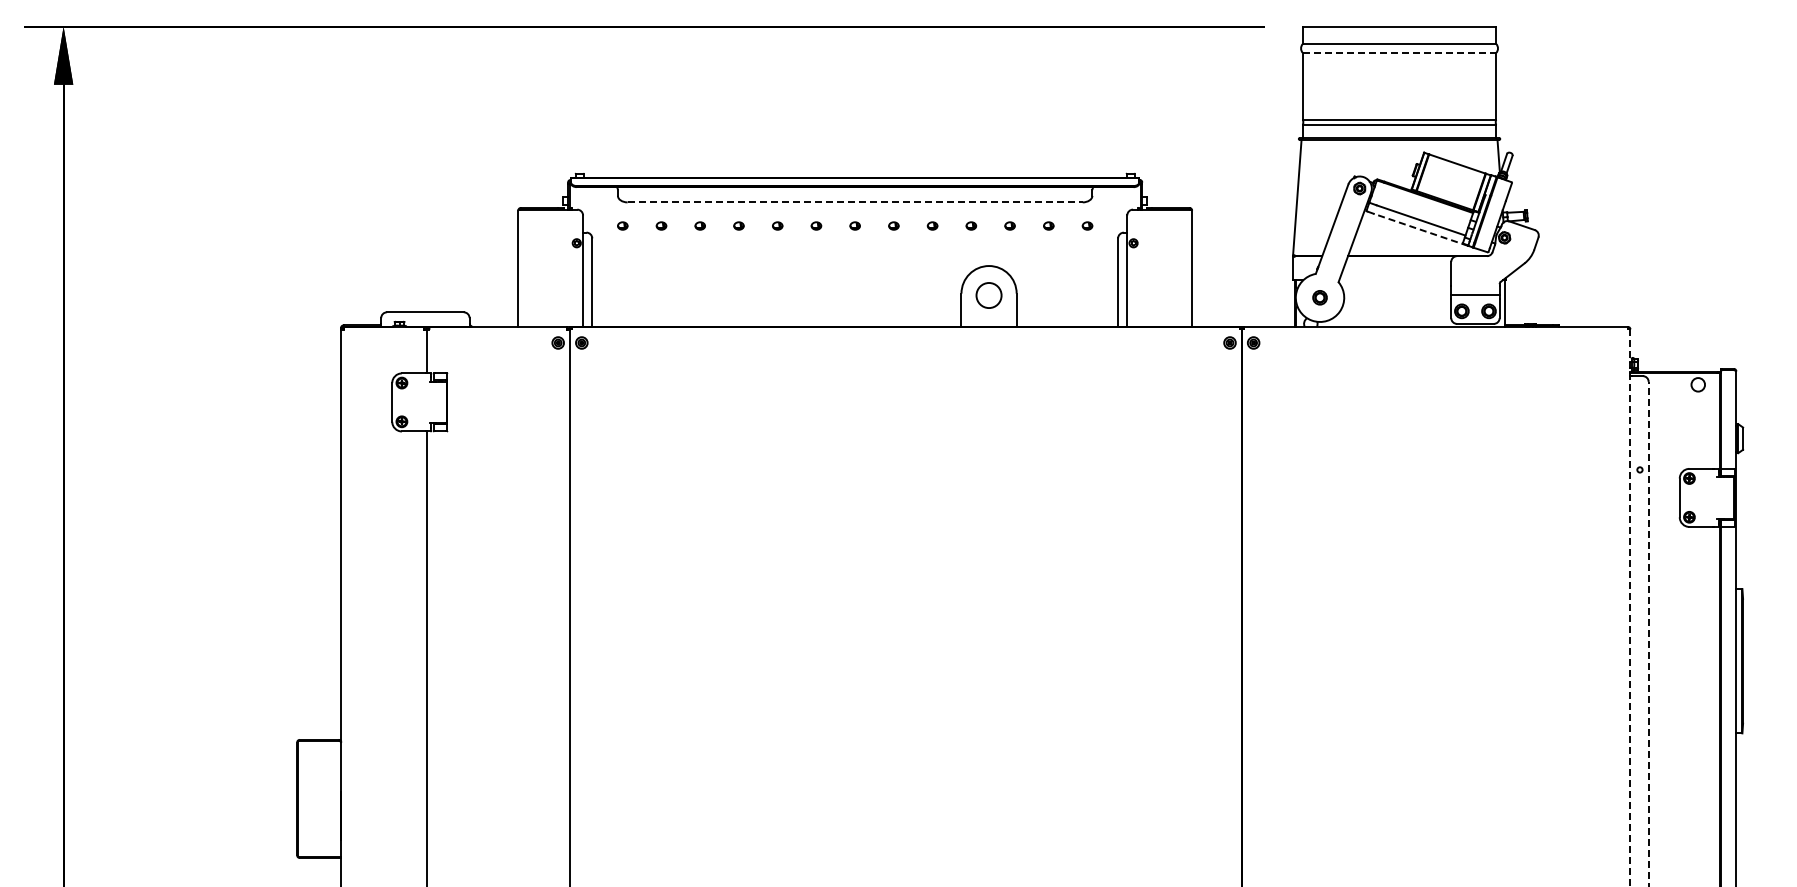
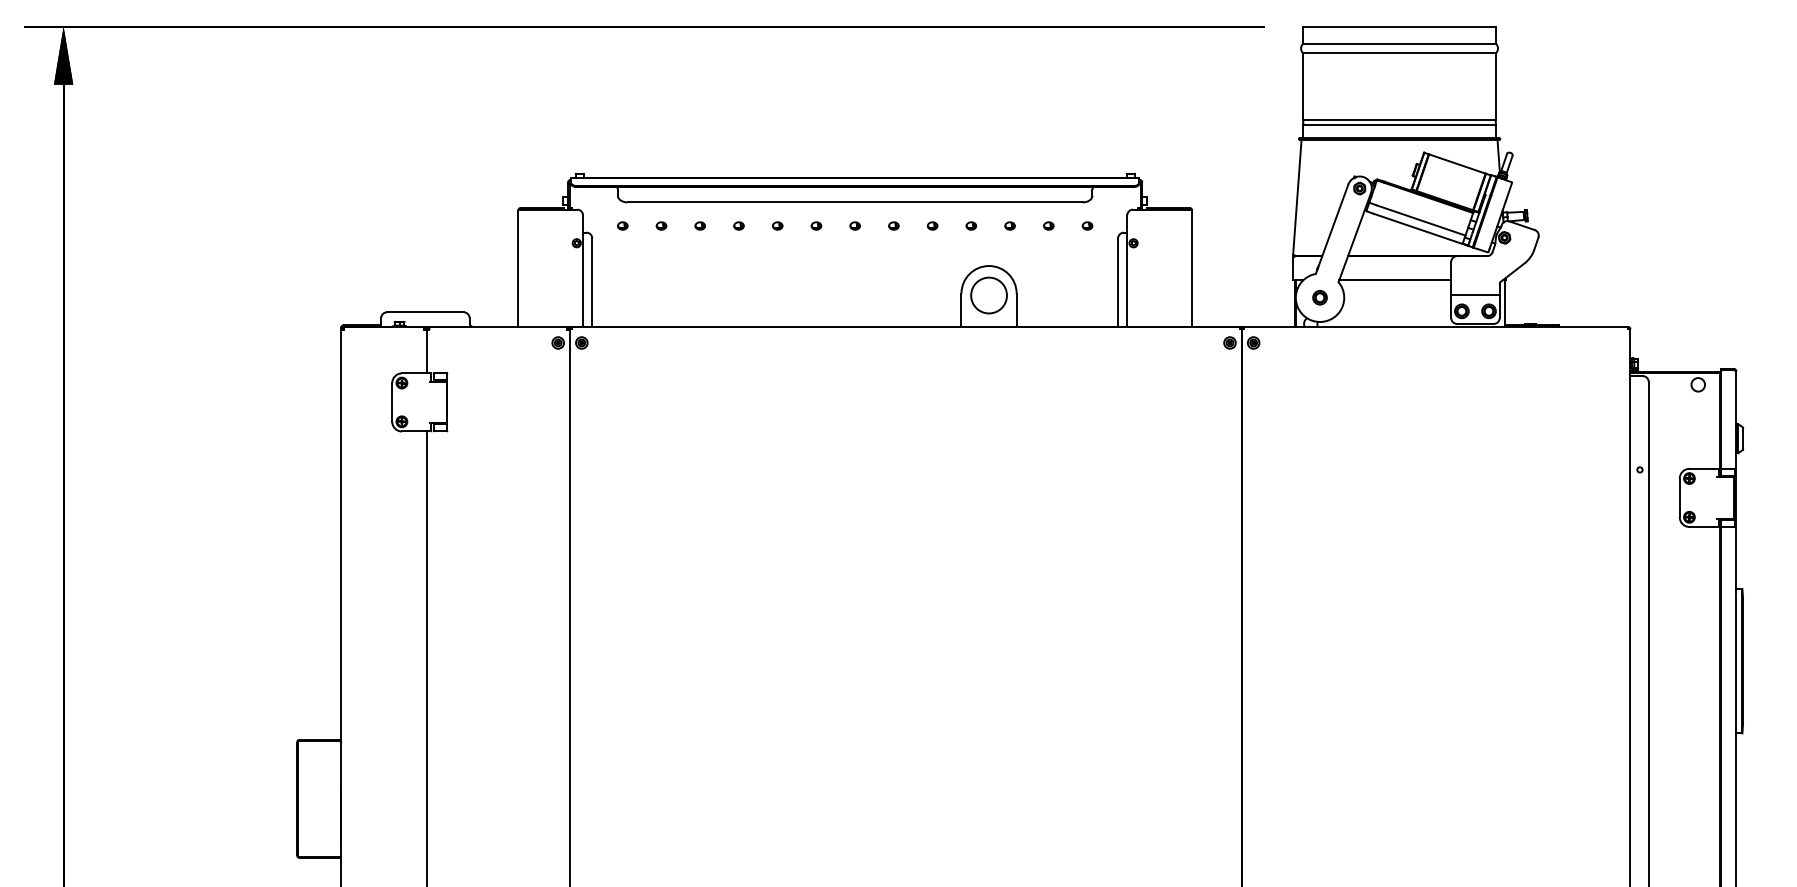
line at (1399, 52): dashed -> solid
line at (855, 202): dashed -> solid
line at (1420, 229): dashed -> solid
line at (1395, 280): none -> present
circle at (988, 295) size: 28x27 px -> 38x39 px
line at (1630, 608): dashed -> solid
line at (1648, 633): dashed -> solid
